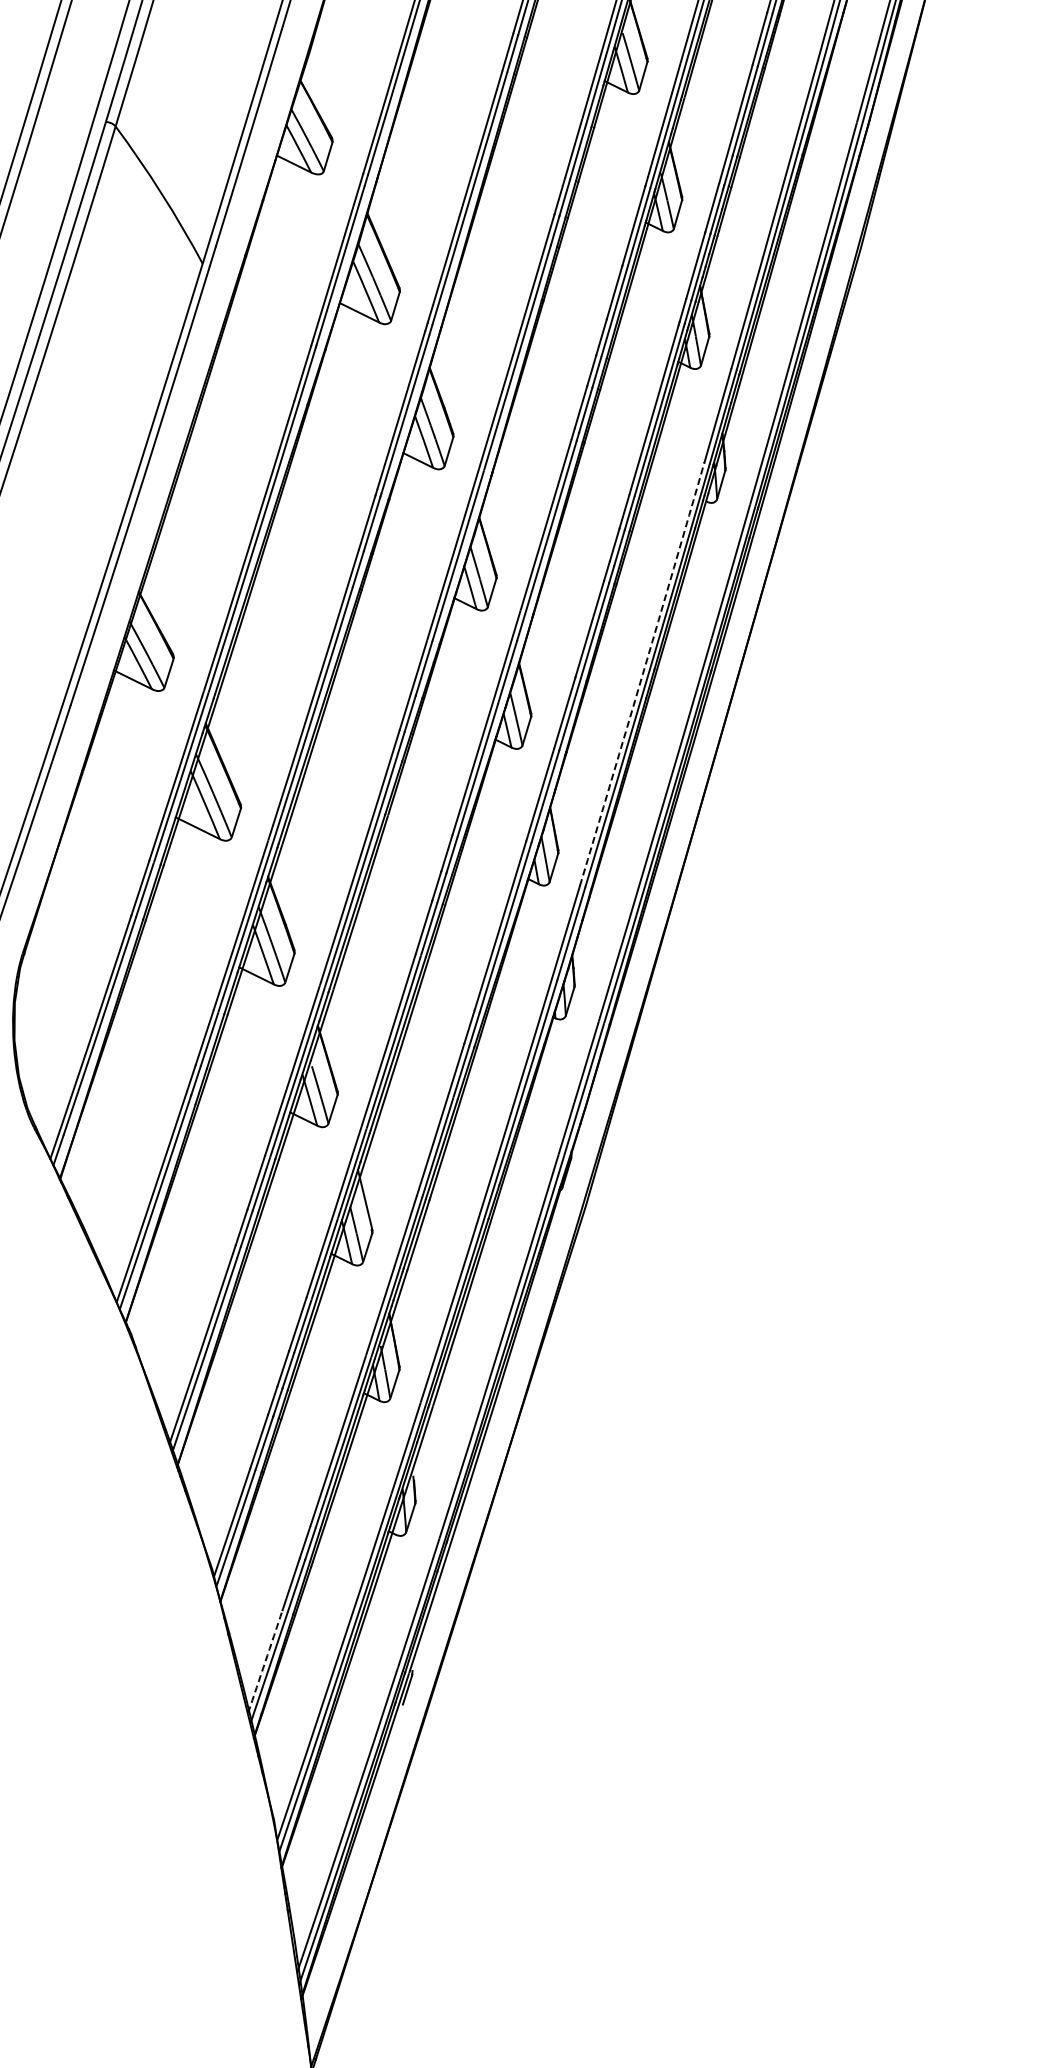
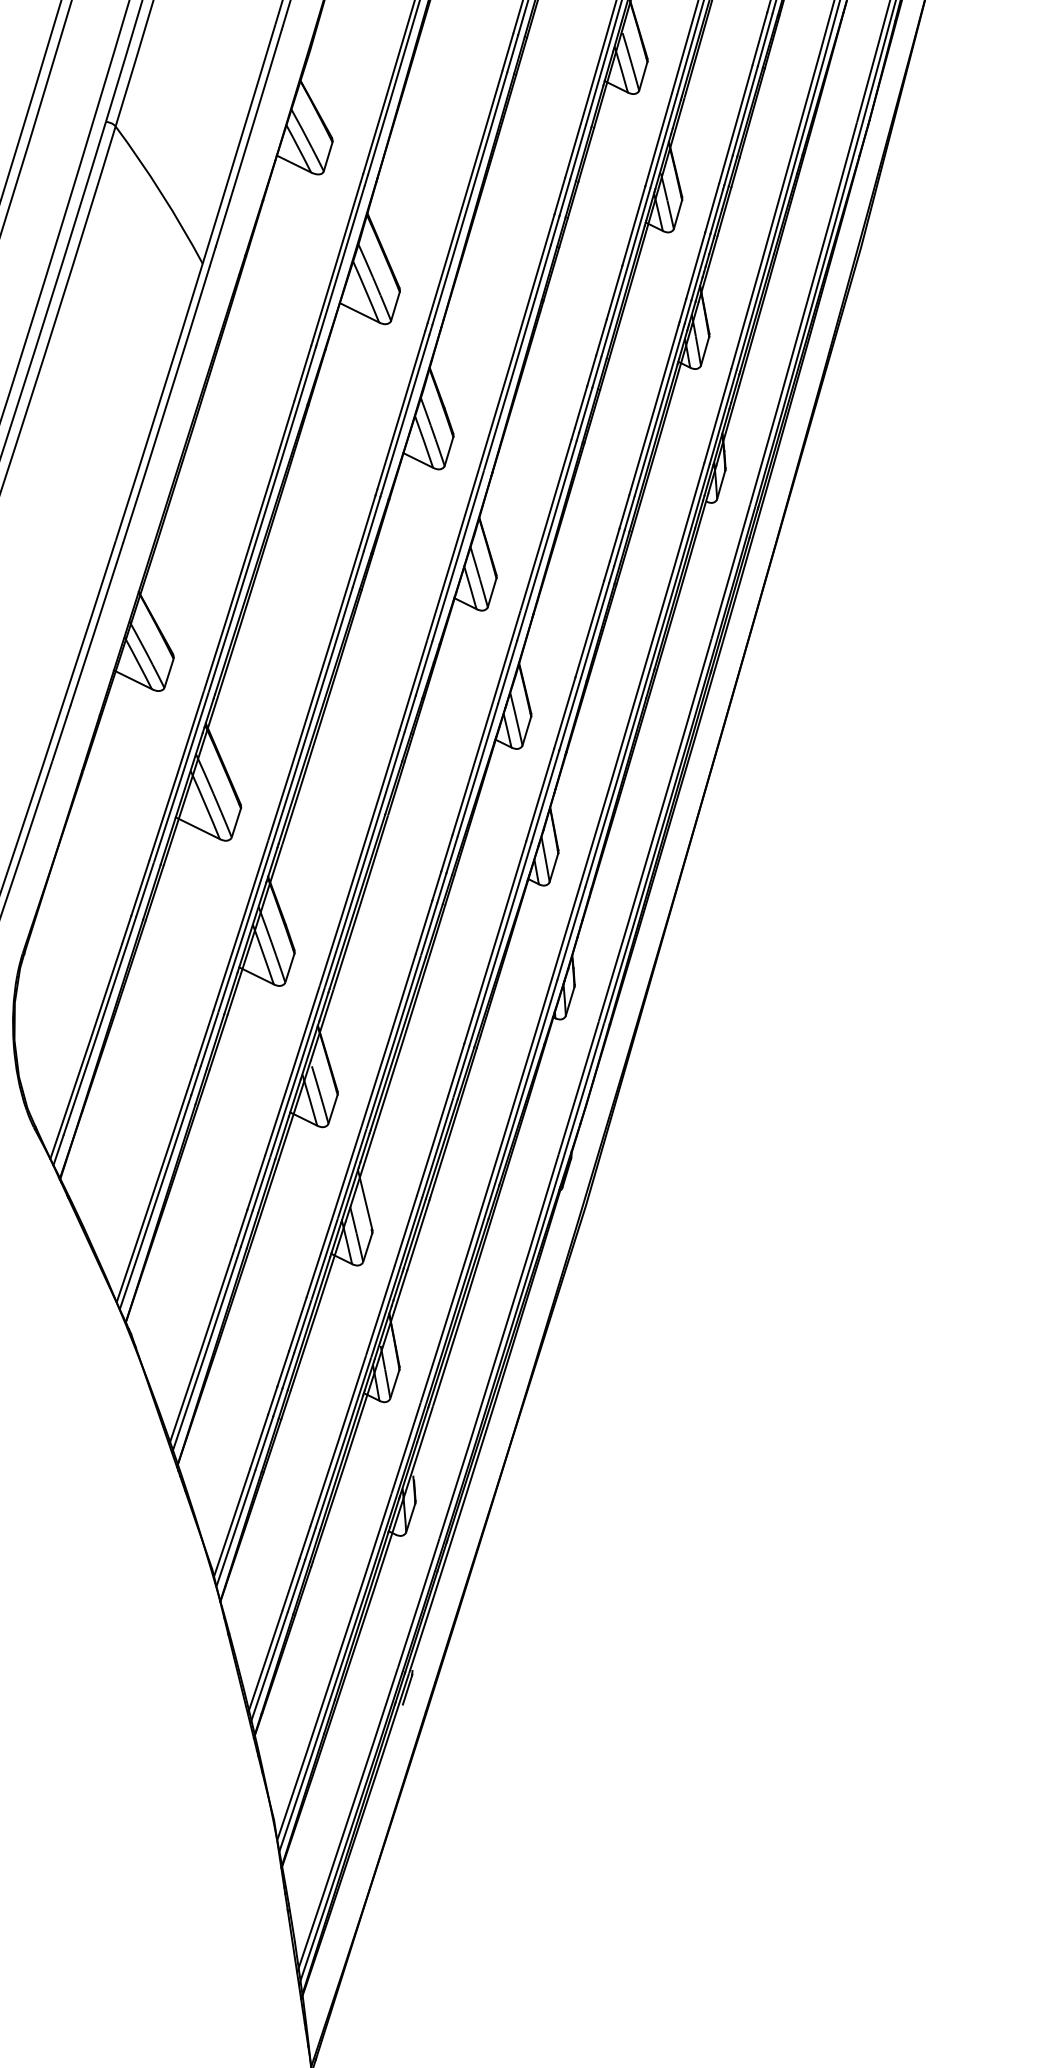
arc at (642, 674): dashed -> solid
arc at (265, 1661): dashed -> solid
